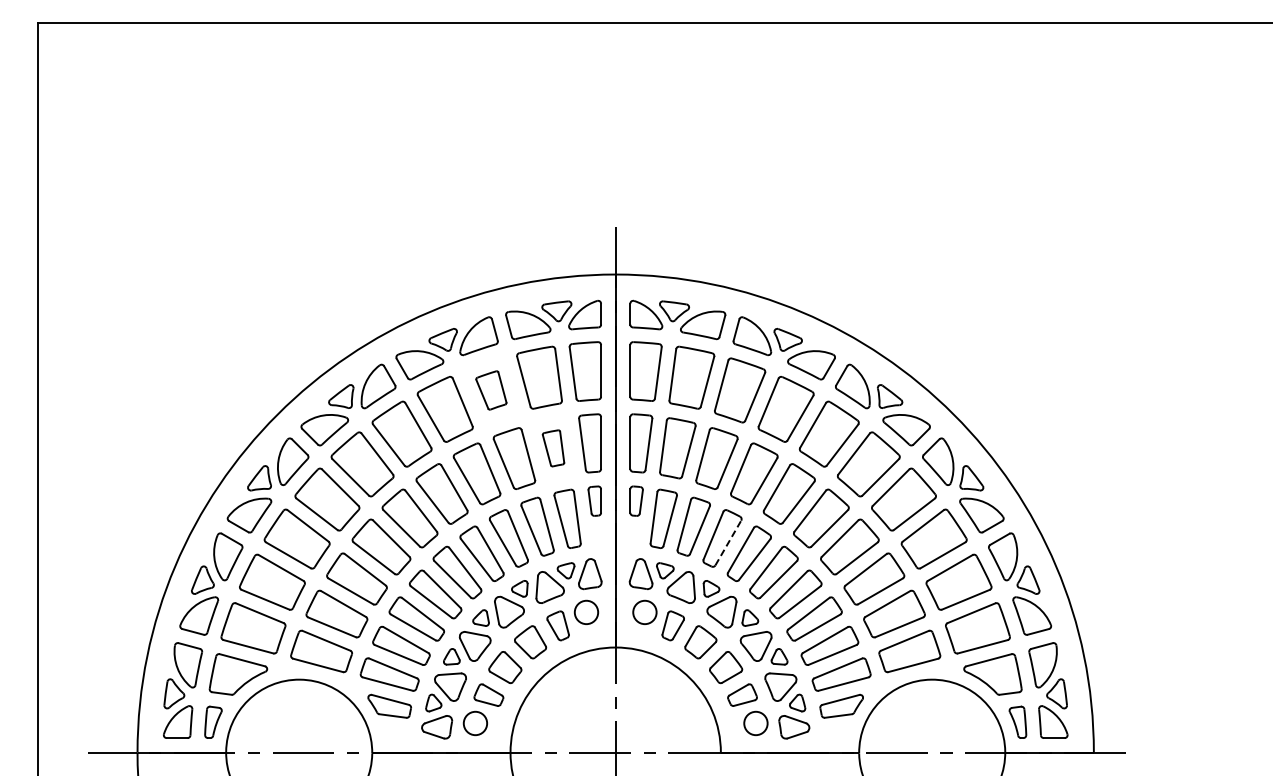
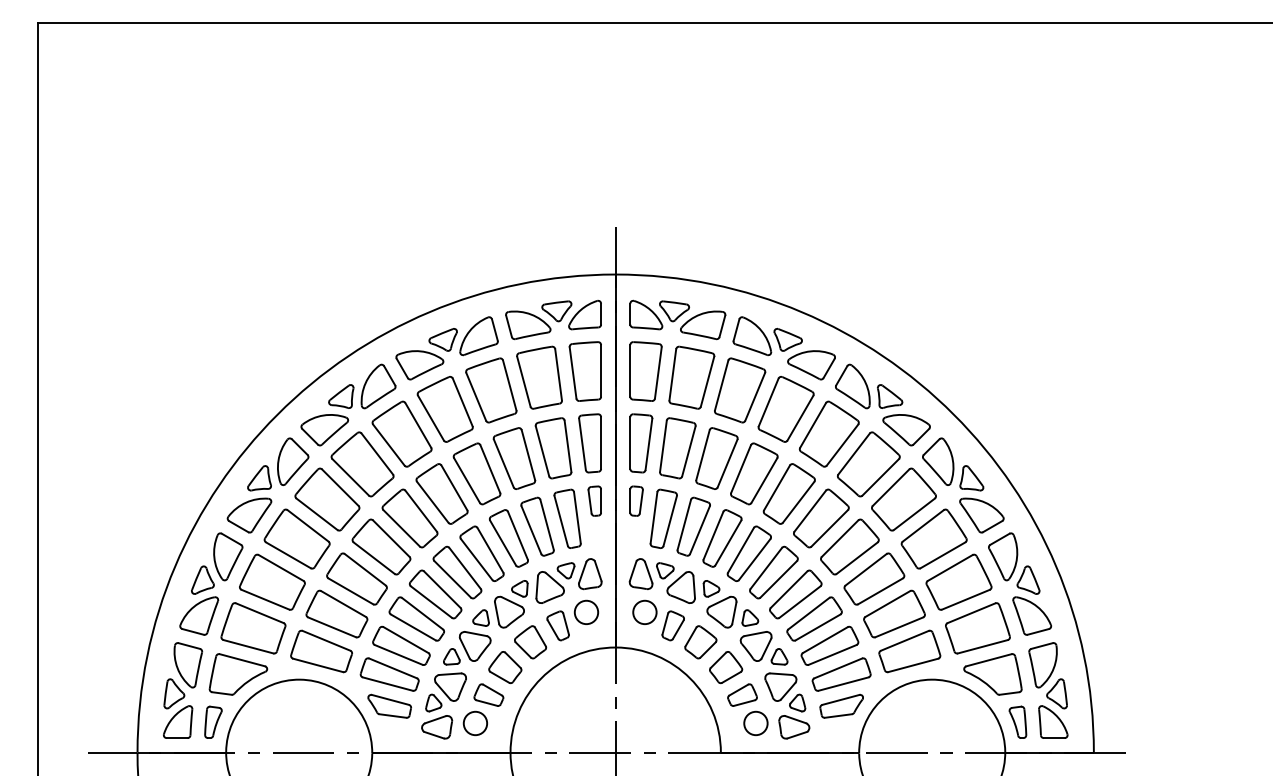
part at (491, 390) size: 33x41 px -> 53x67 px
part at (553, 448) size: 25x39 px -> 39x63 px
line at (728, 543): dashed -> solid
